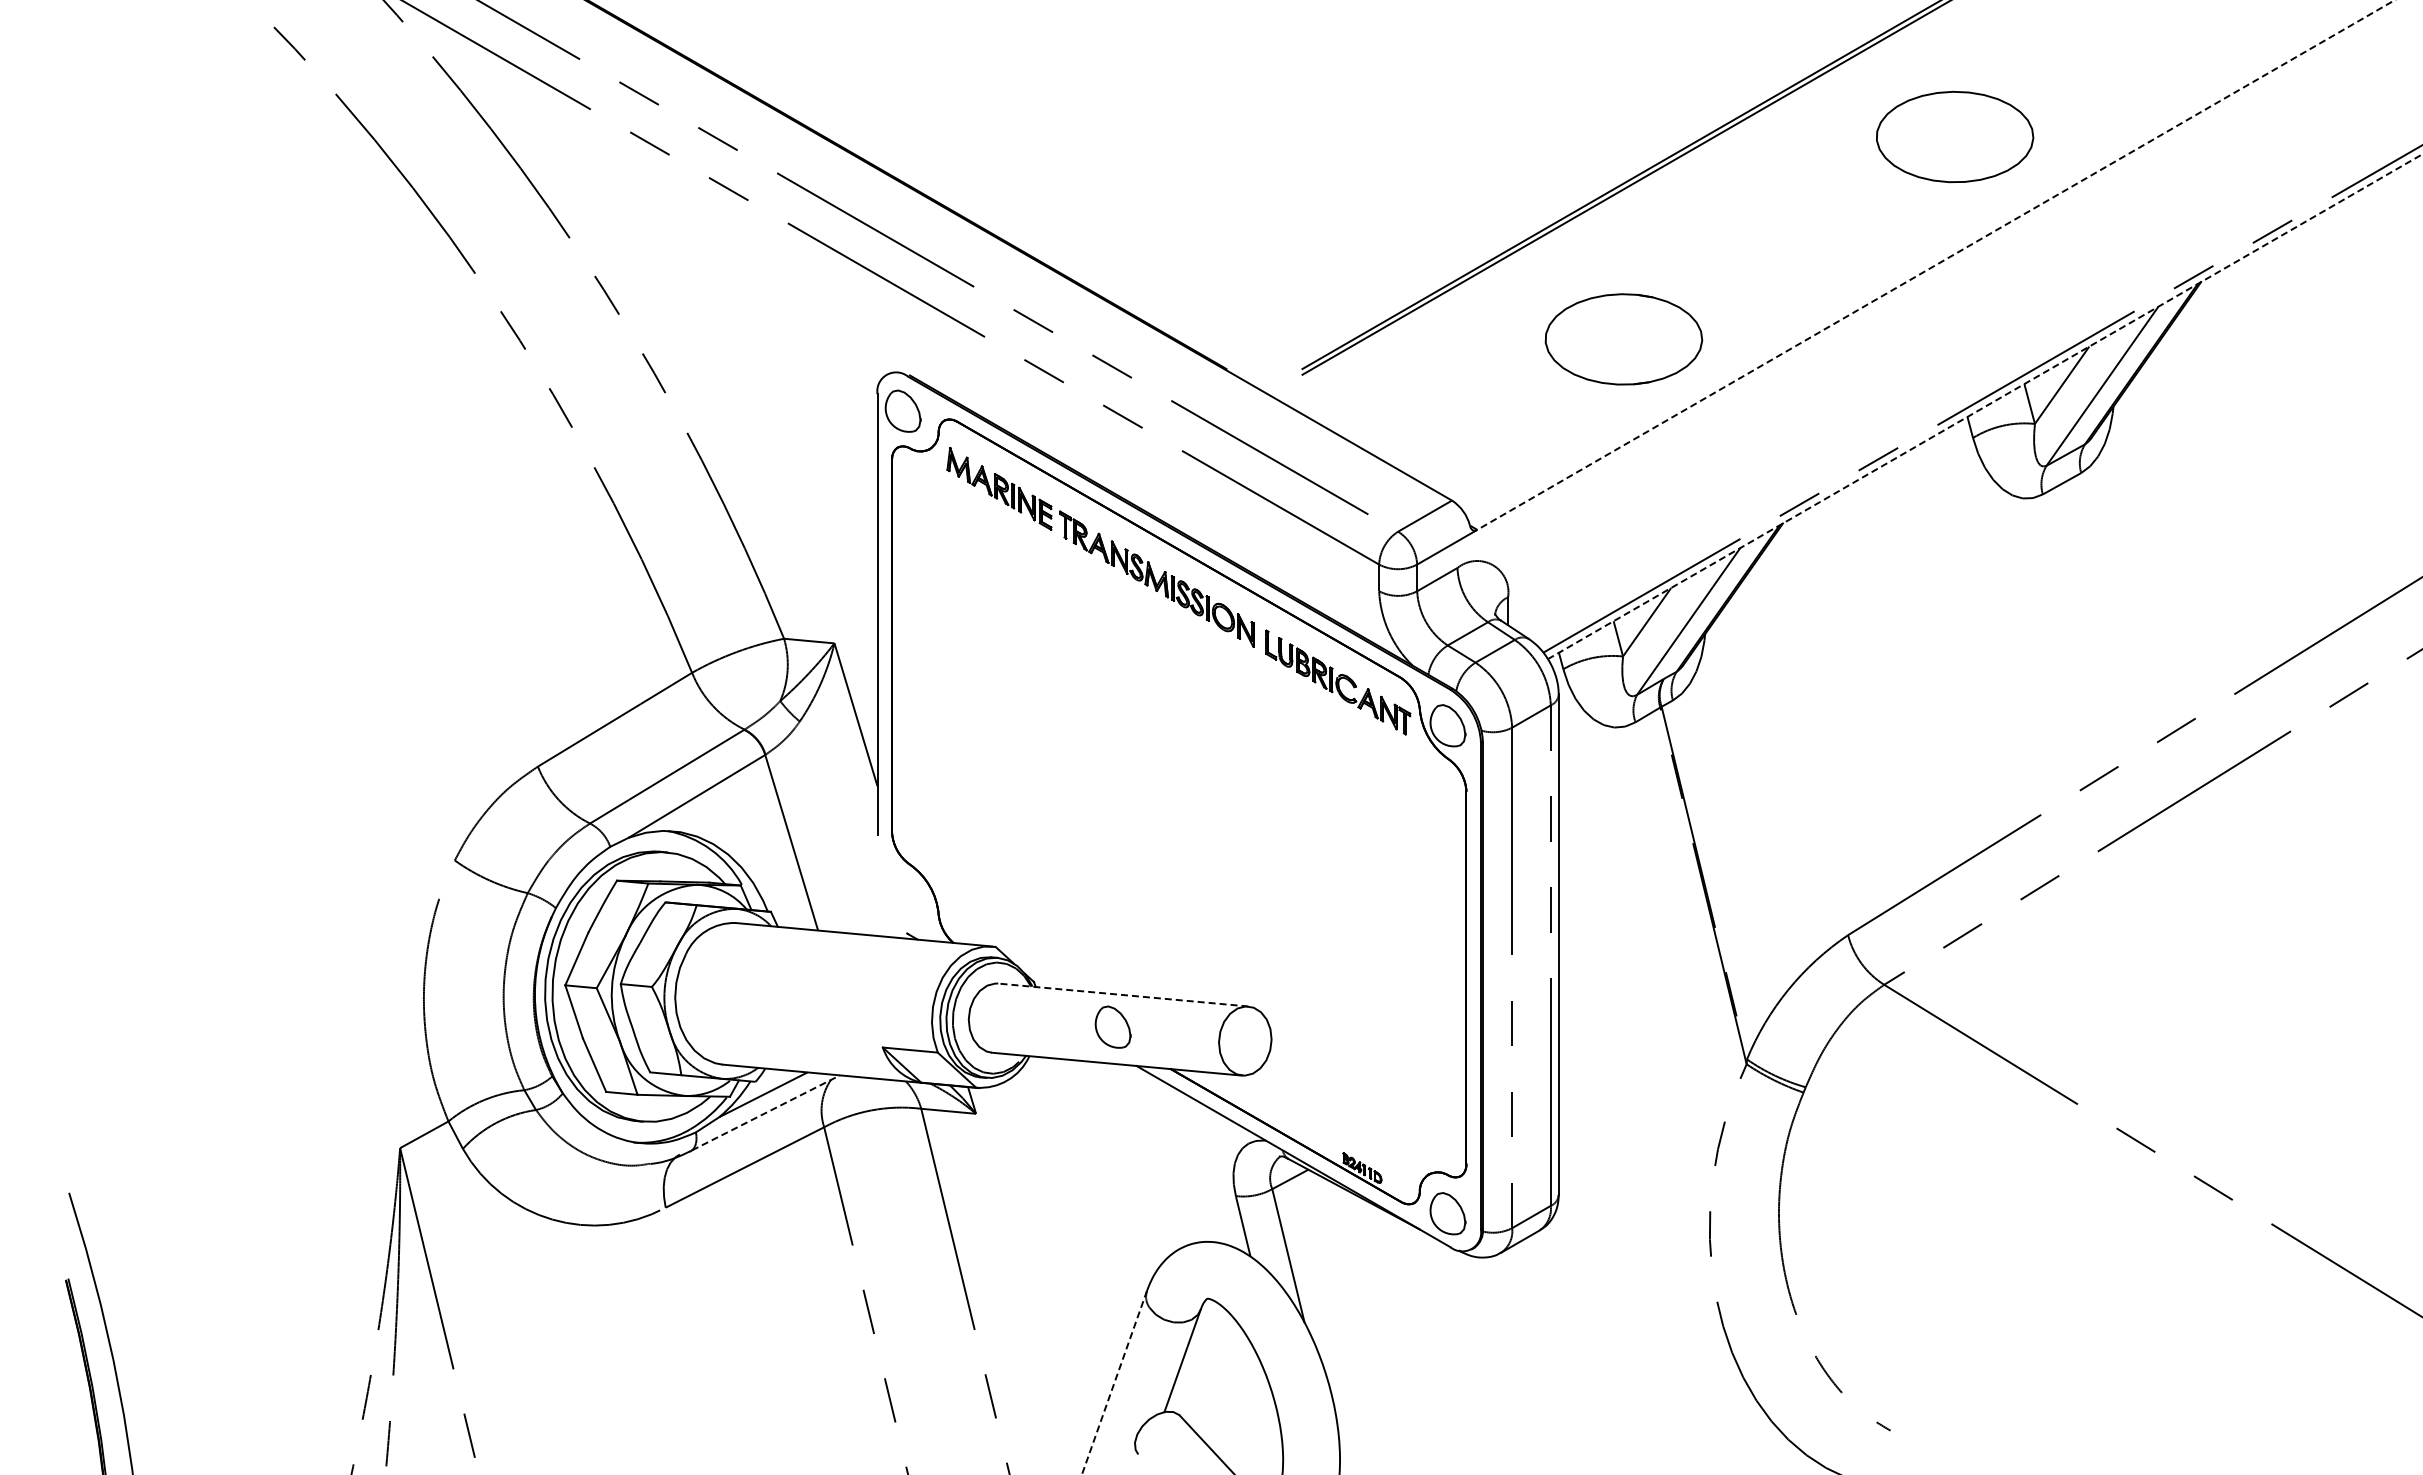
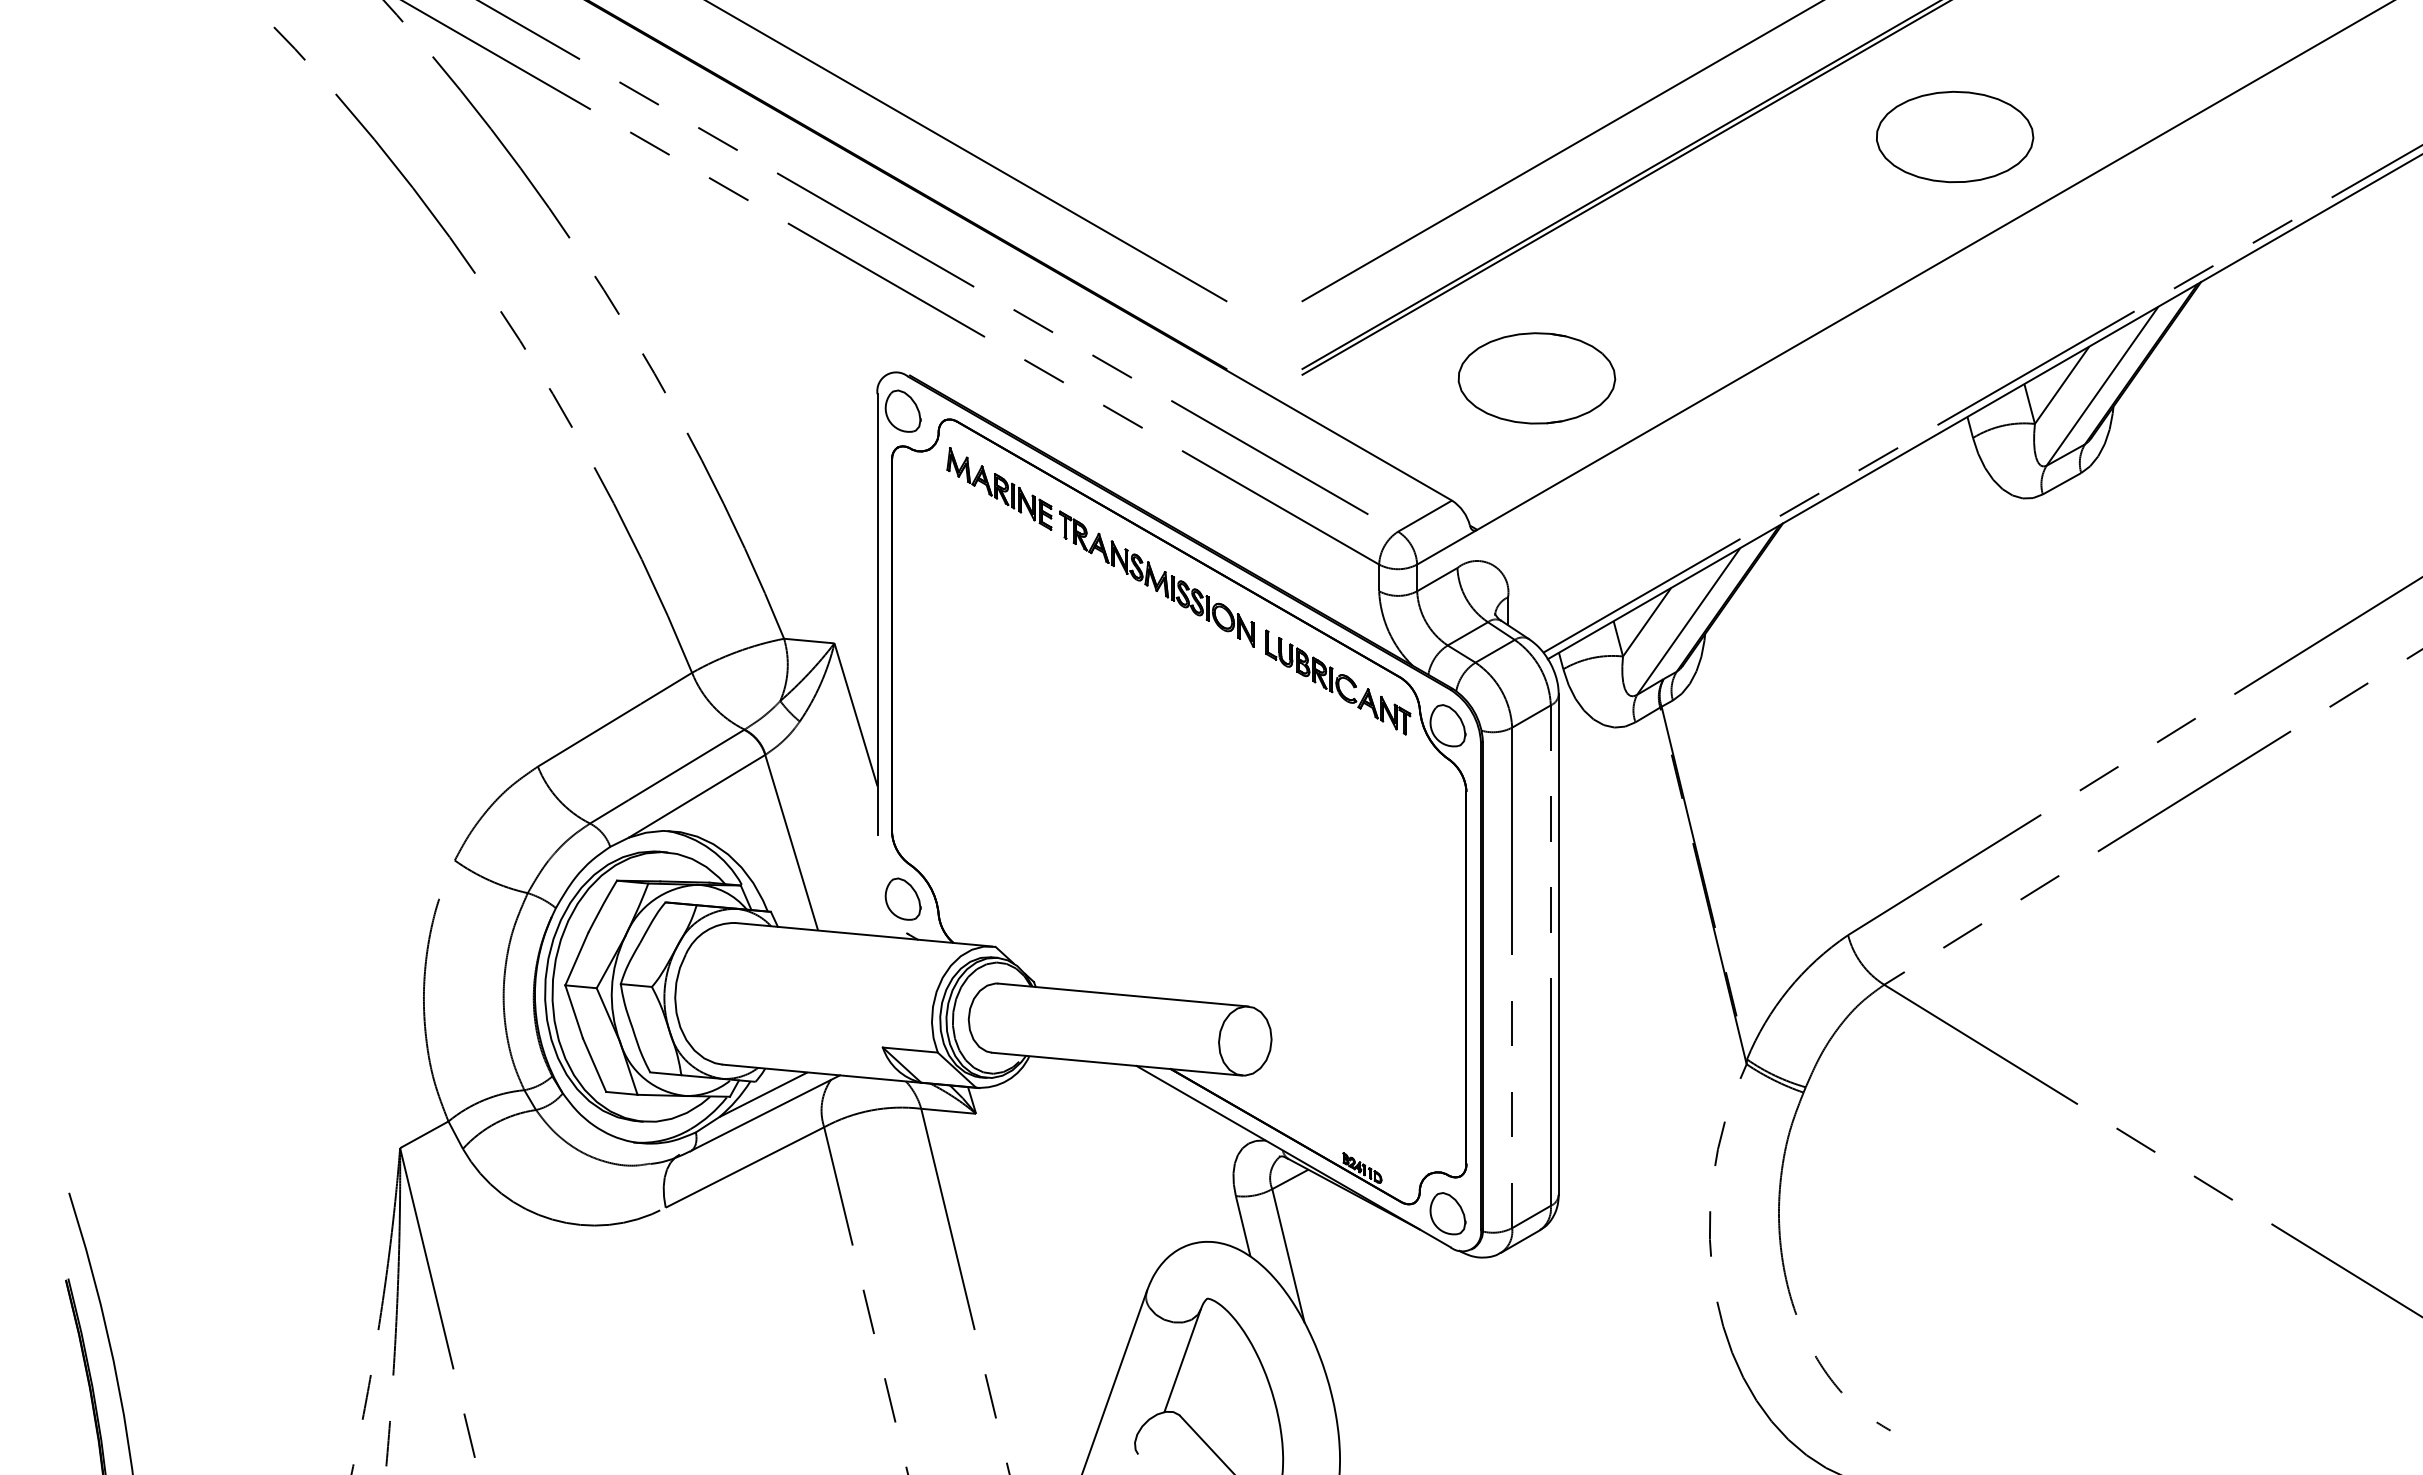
line at (967, 151): none -> present
line at (1561, 151): none -> present
line at (1936, 265): dashed -> solid
part at (1623, 339) position: (1623, 339) -> (1536, 378)
line at (1985, 406): dashed -> solid
line at (1123, 995): dashed -> solid
part at (1112, 1026) position: (1112, 1026) -> (902, 898)
line at (766, 1112): dashed -> solid
line at (1114, 1383): dashed -> solid
